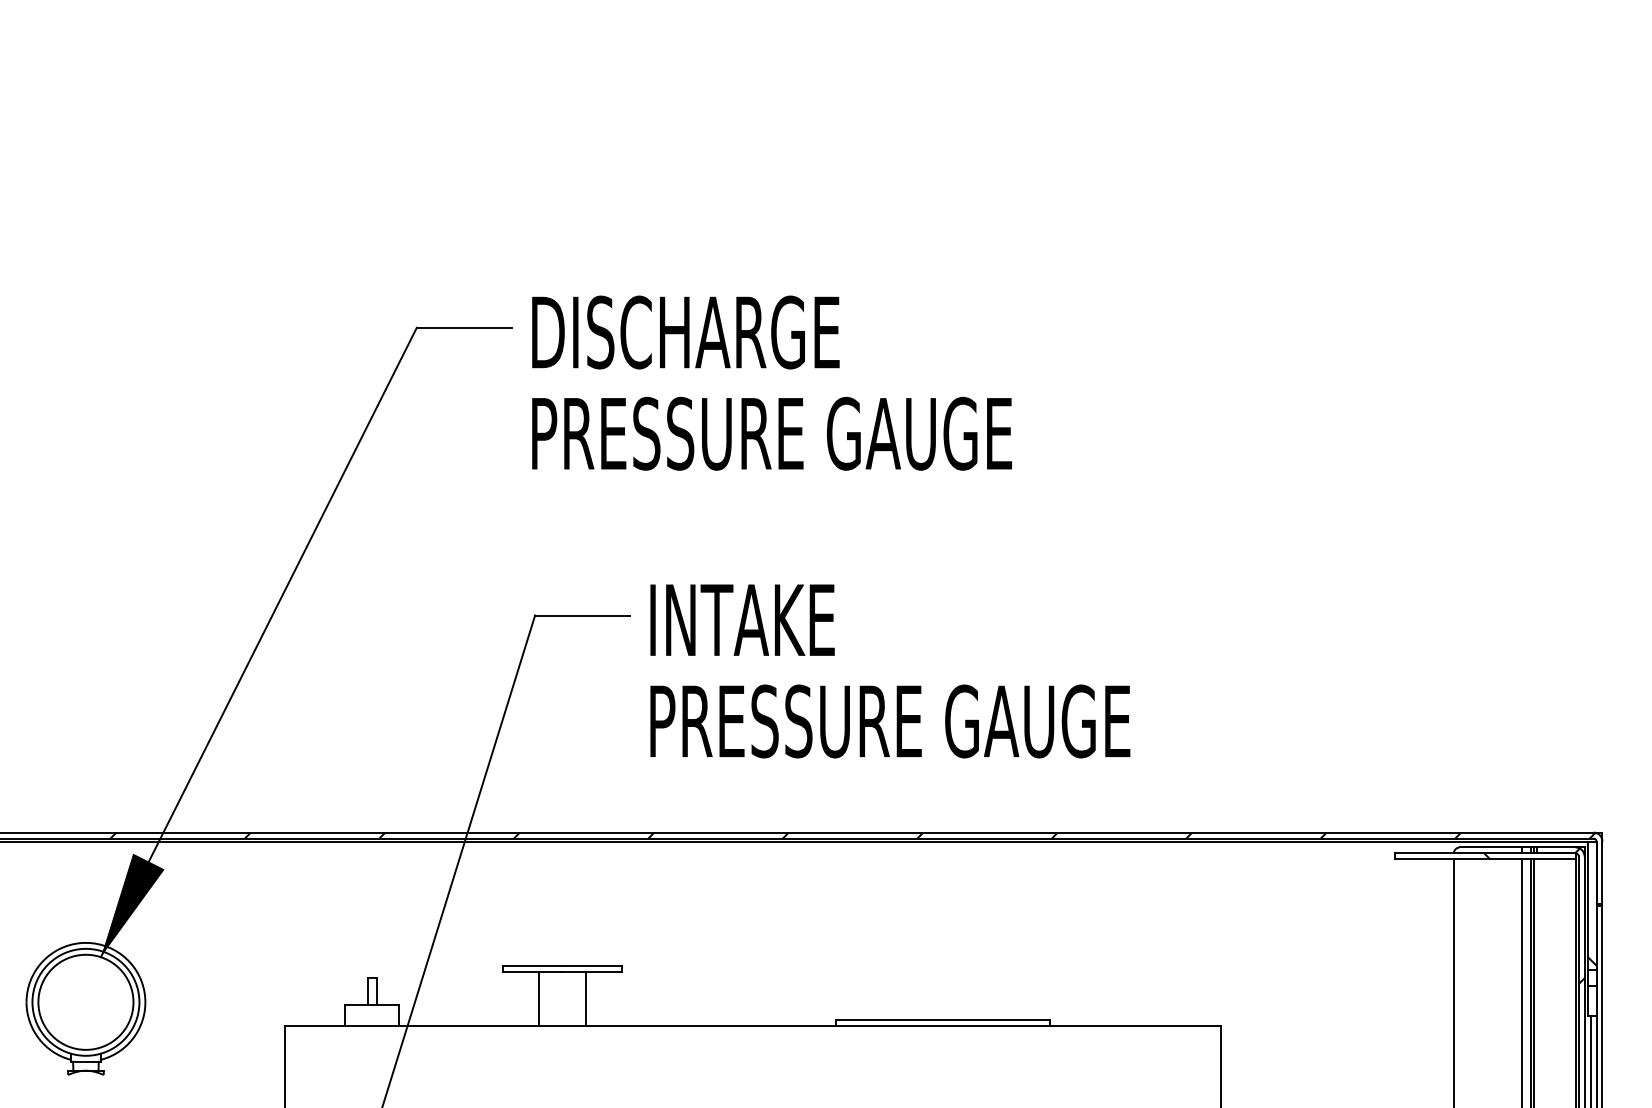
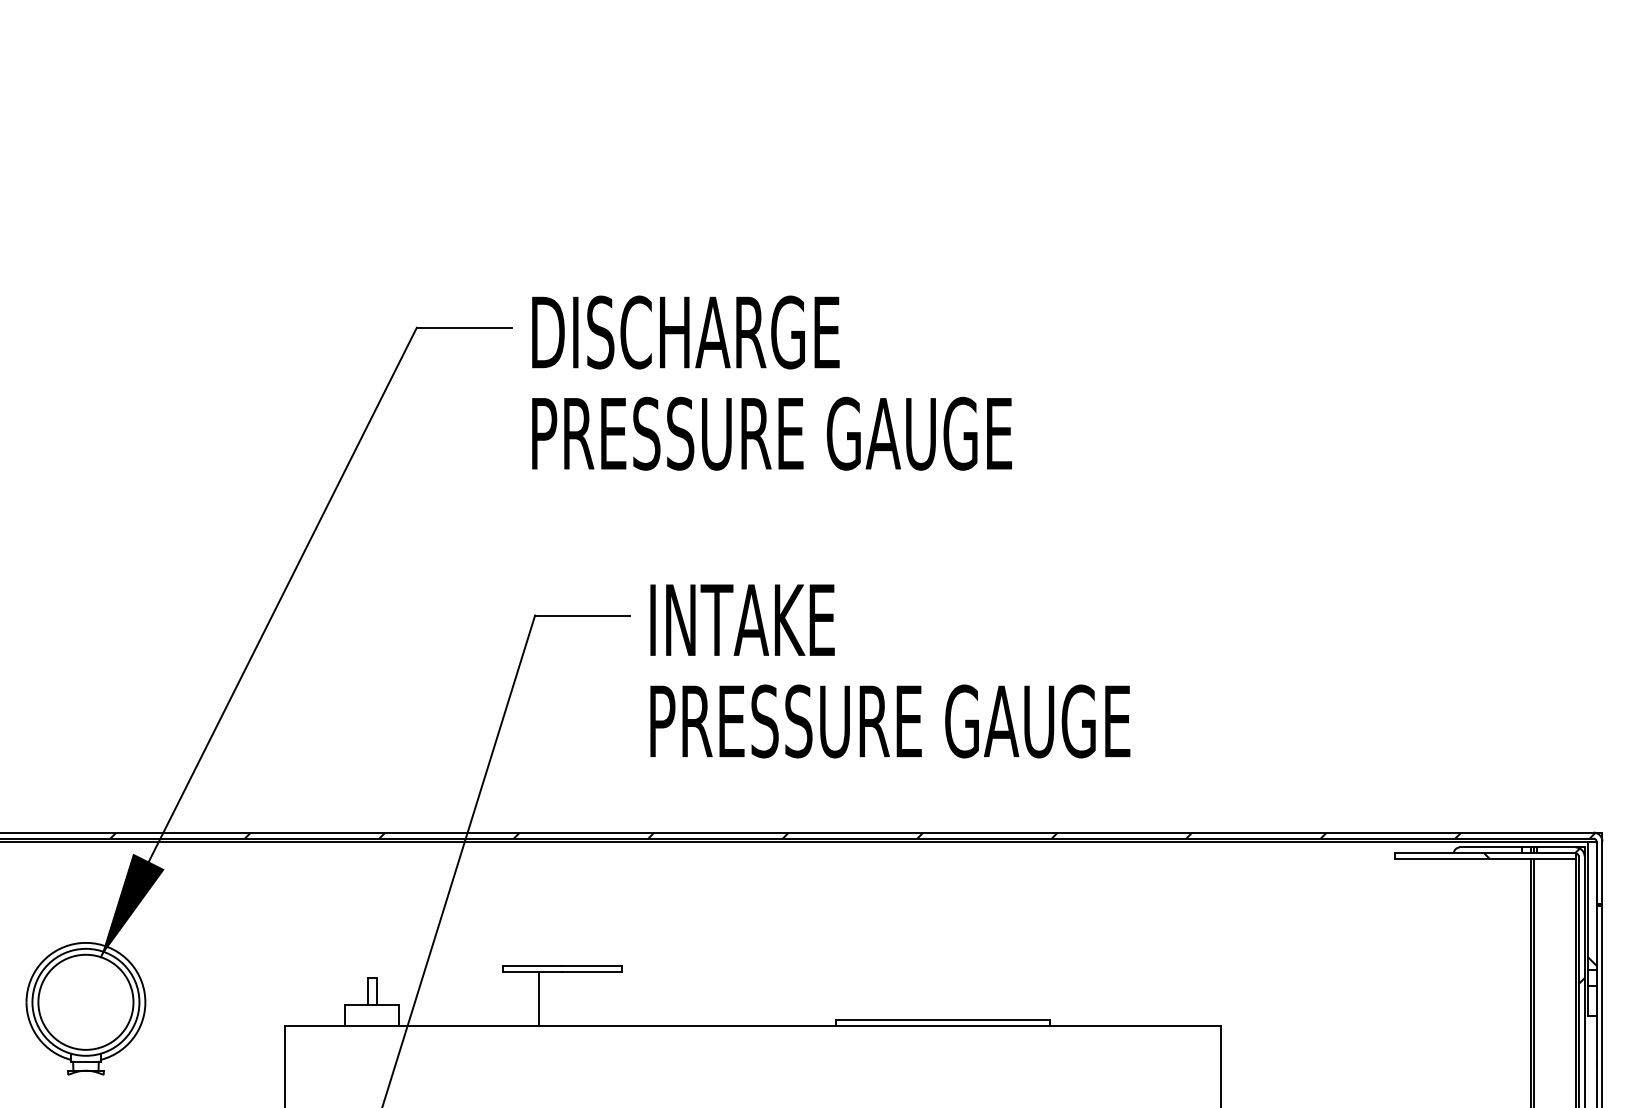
line at (1453, 981): present -> none
line at (1522, 981): present -> none
line at (586, 998): present -> none
line at (1590, 1059): present -> none
